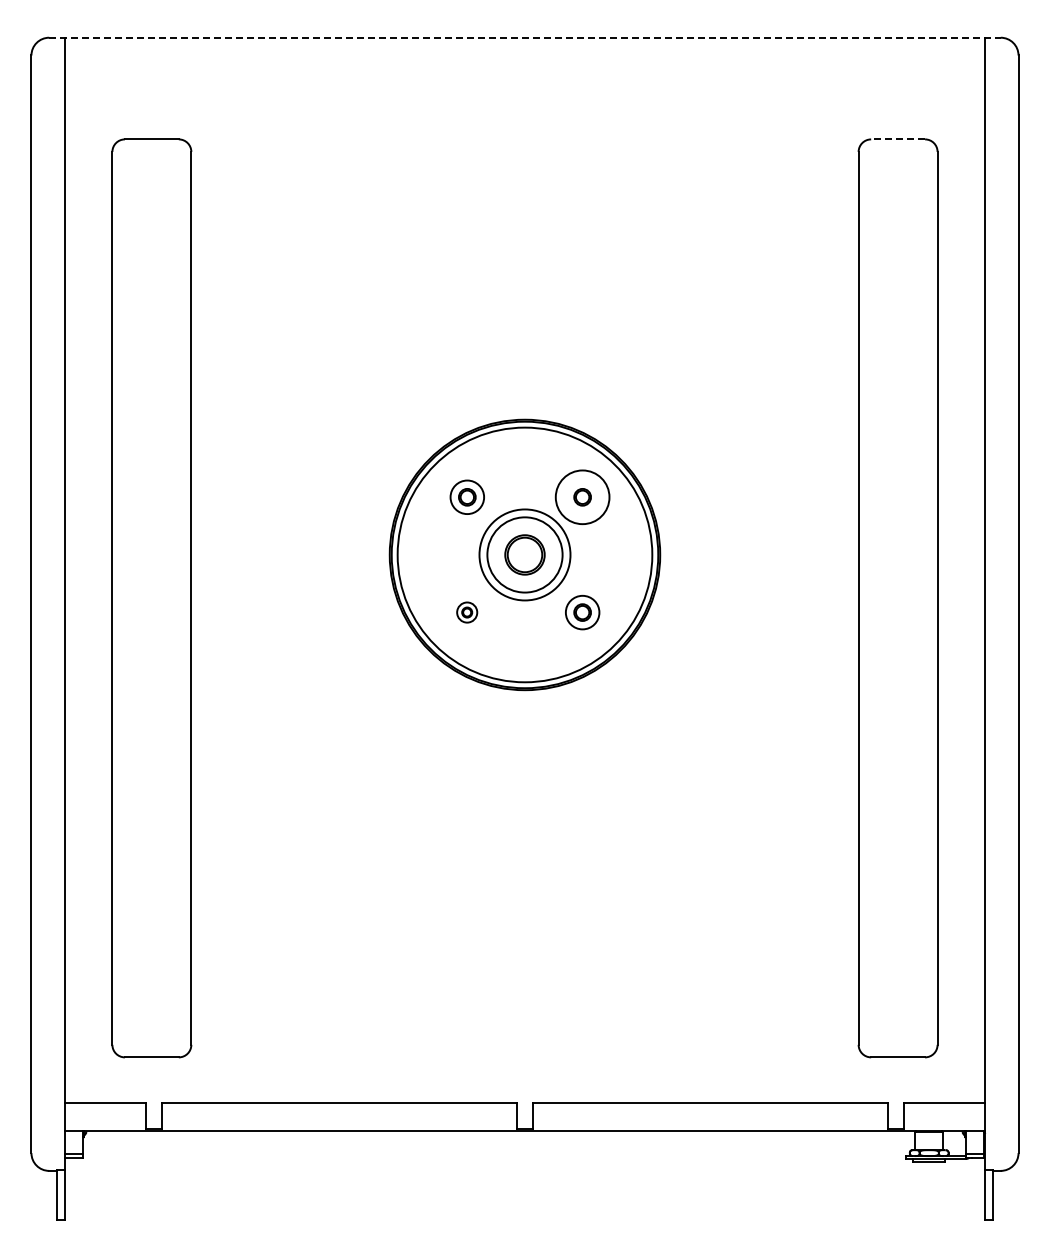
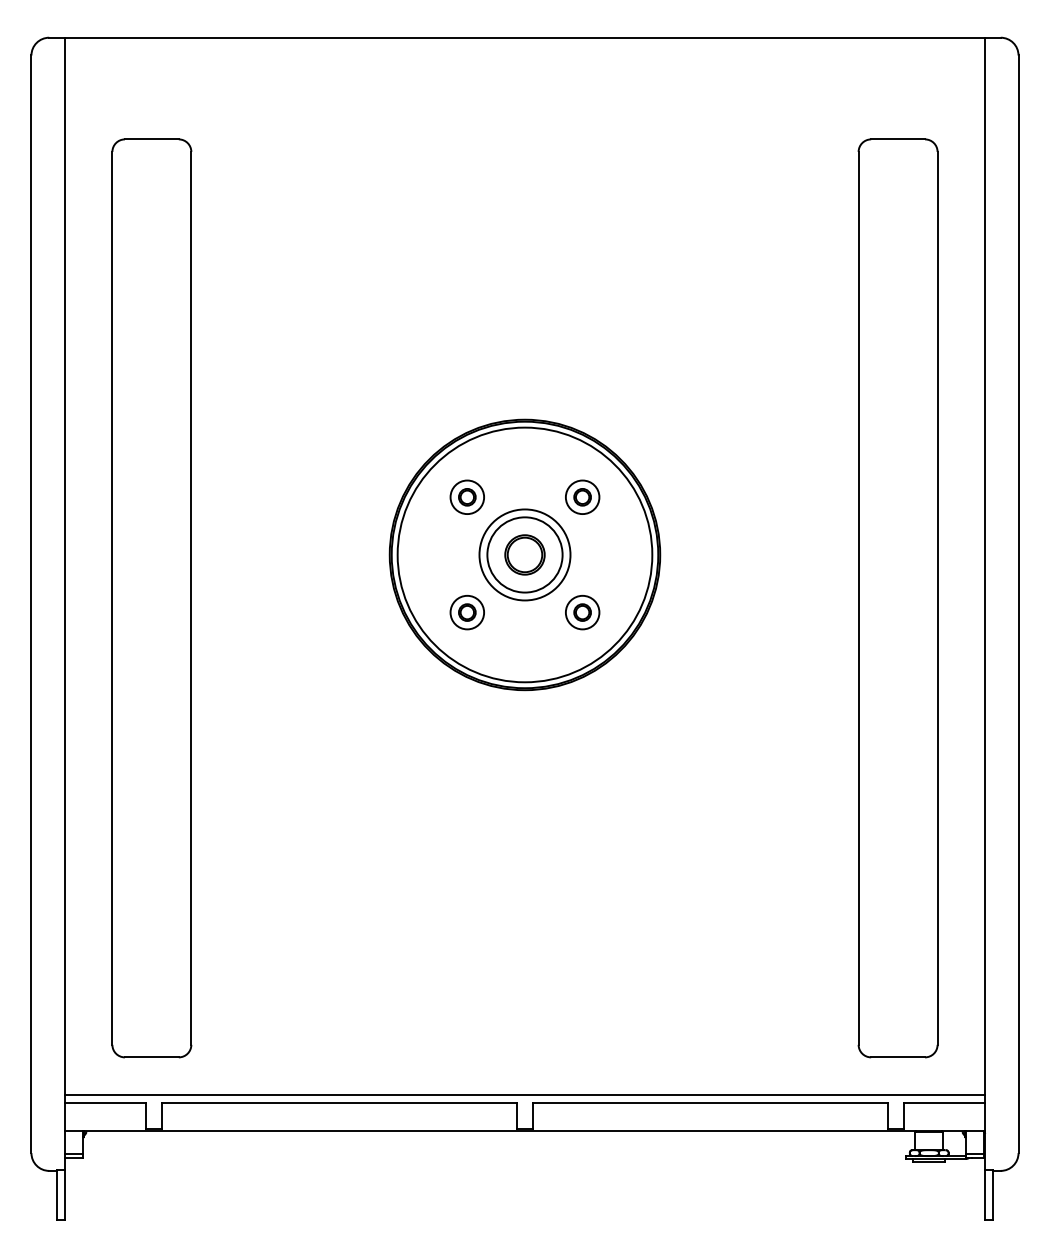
line at (524, 37): dashed -> solid
line at (898, 139): dashed -> solid
circle at (582, 497) diameter: 54 px -> 34 px
part at (467, 612) size: 23x23 px -> 36x37 px
line at (524, 1094): none -> present
